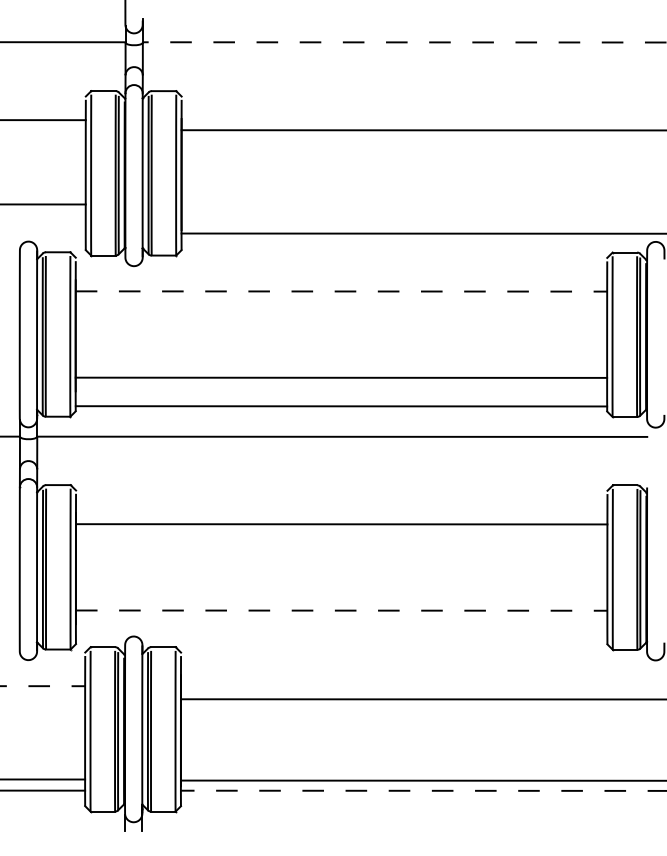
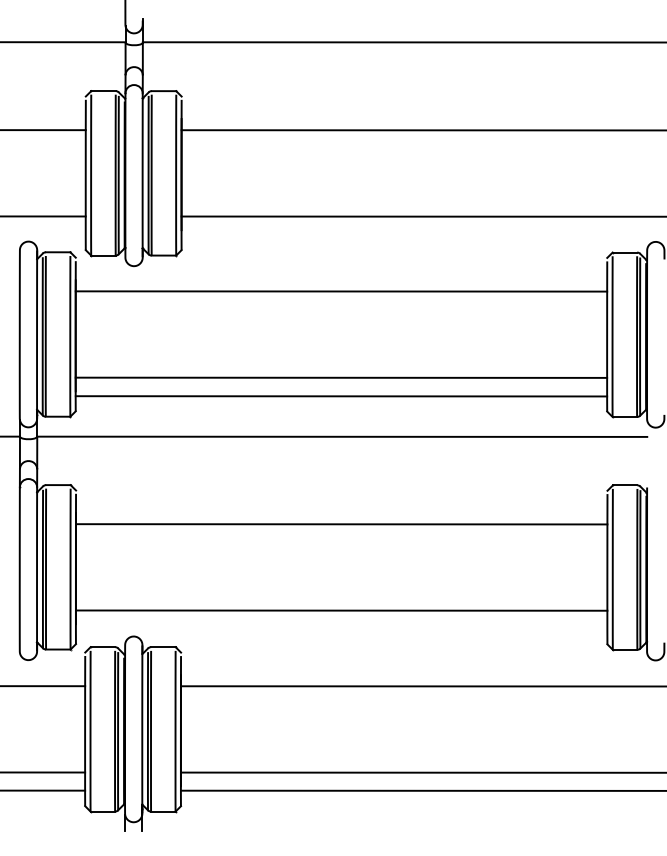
line at (404, 42): dashed -> solid
line at (43, 120) position: (43, 120) -> (43, 130)
line at (43, 204) position: (43, 204) -> (43, 216)
line at (422, 233) position: (422, 233) -> (422, 216)
line at (341, 291): dashed -> solid
line at (341, 406) position: (341, 406) -> (341, 396)
line at (341, 610): dashed -> solid
line at (43, 686): dashed -> solid
line at (421, 699) position: (421, 699) -> (421, 686)
line at (43, 779) position: (43, 779) -> (43, 772)
line at (421, 780) position: (421, 780) -> (421, 772)
line at (423, 790): dashed -> solid
